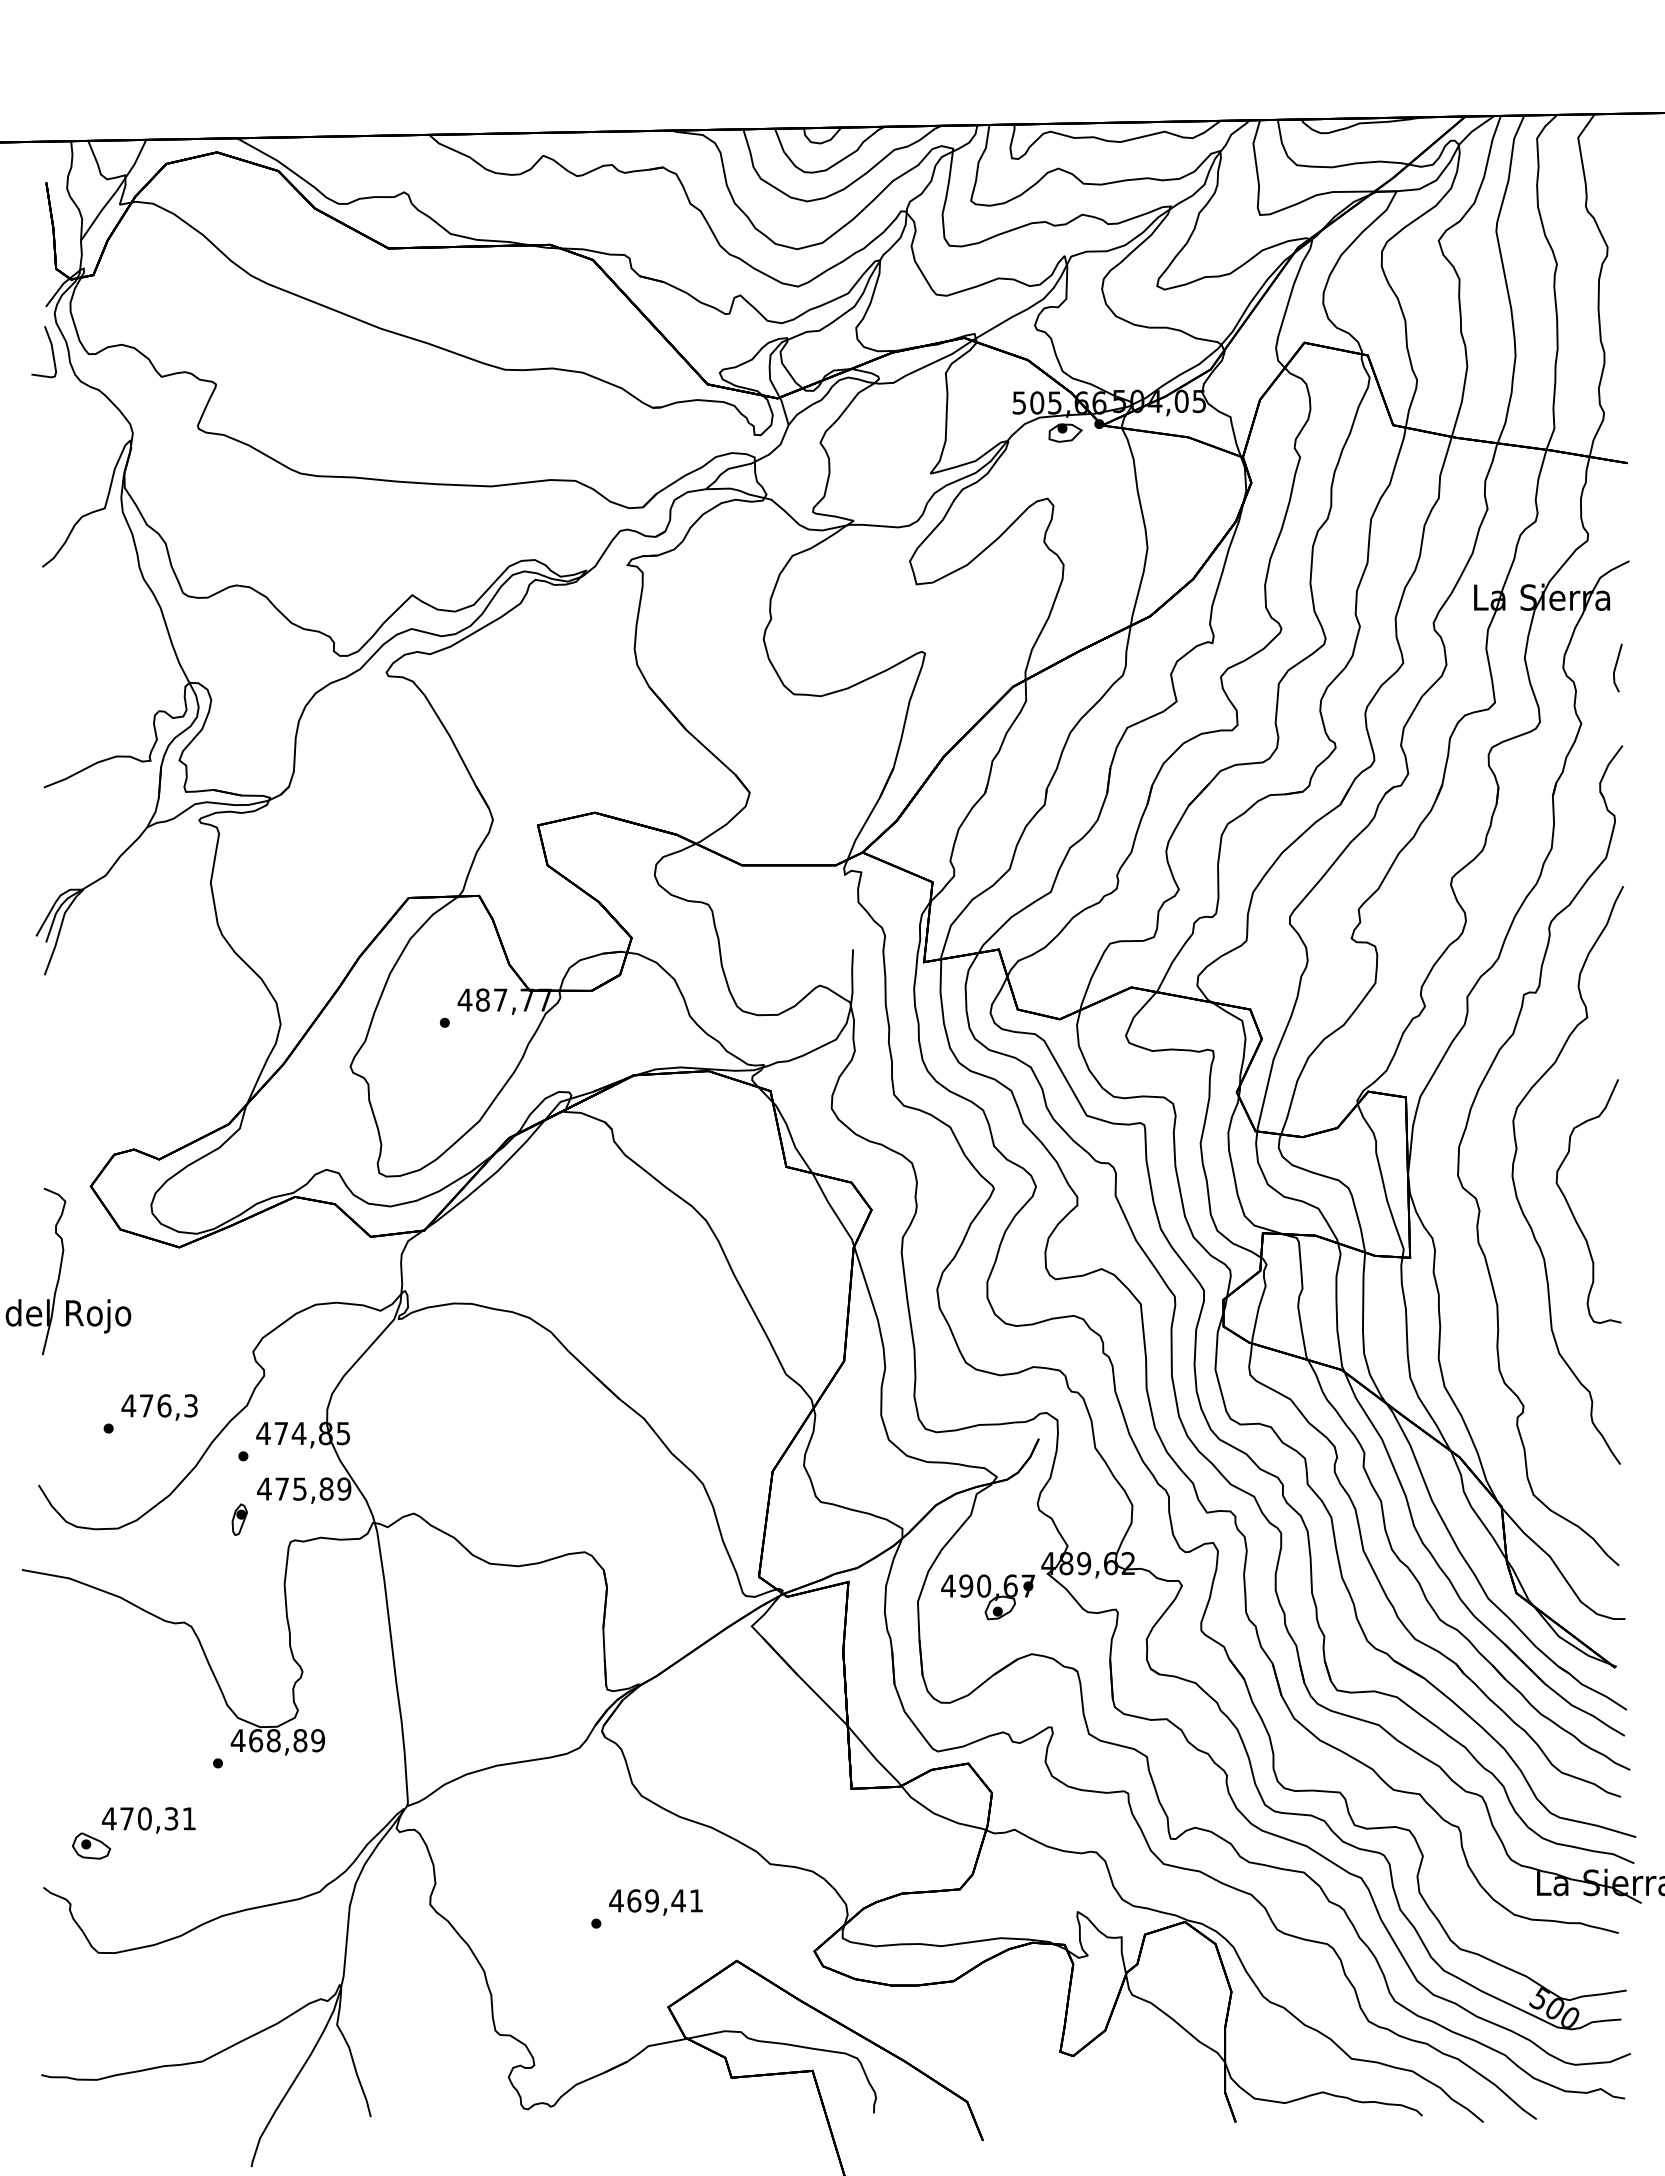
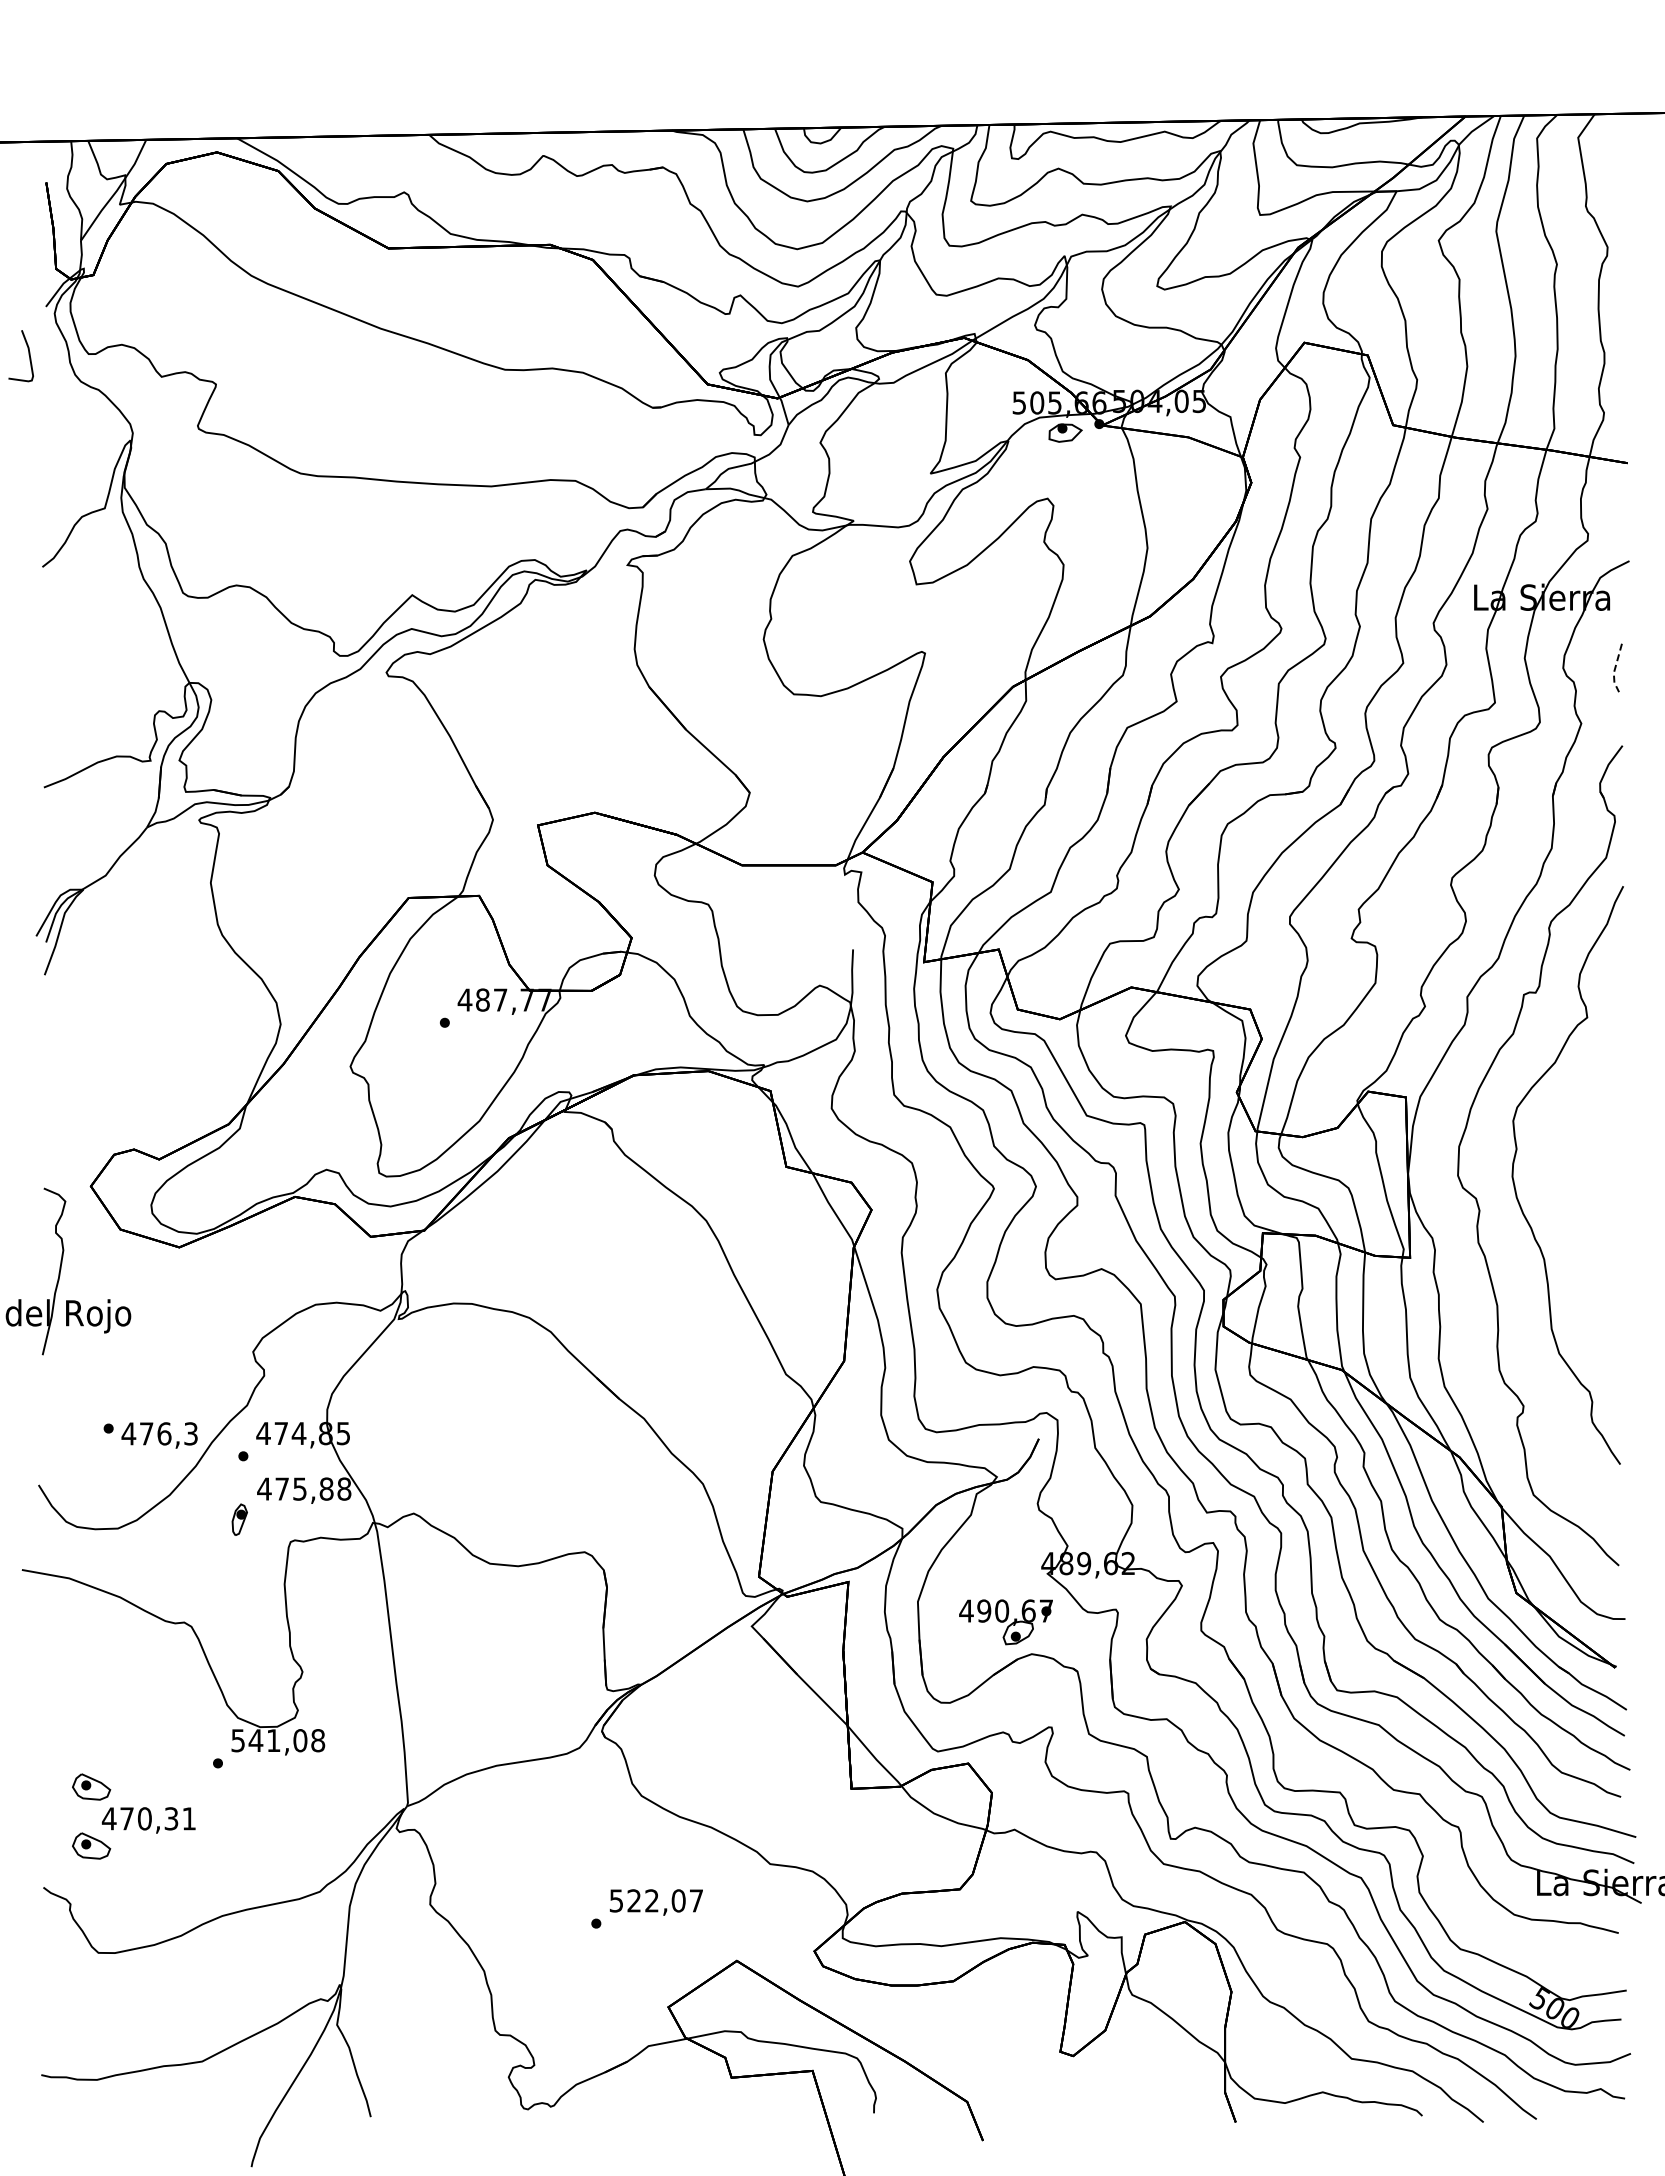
curve at (51, 351) position: (51, 351) -> (28, 355)
line at (1614, 669): solid -> dashed
curve at (1571, 1208): present -> none
text at (159, 1407) position: (159, 1407) -> (159, 1435)
text at (344, 1488): 475,89 -> 475,88
part at (987, 1597) position: (987, 1597) -> (1005, 1622)
text at (277, 1740): 468,89 -> 541,08
part at (91, 1786): none -> present
text at (655, 1900): 469,41 -> 522,07
